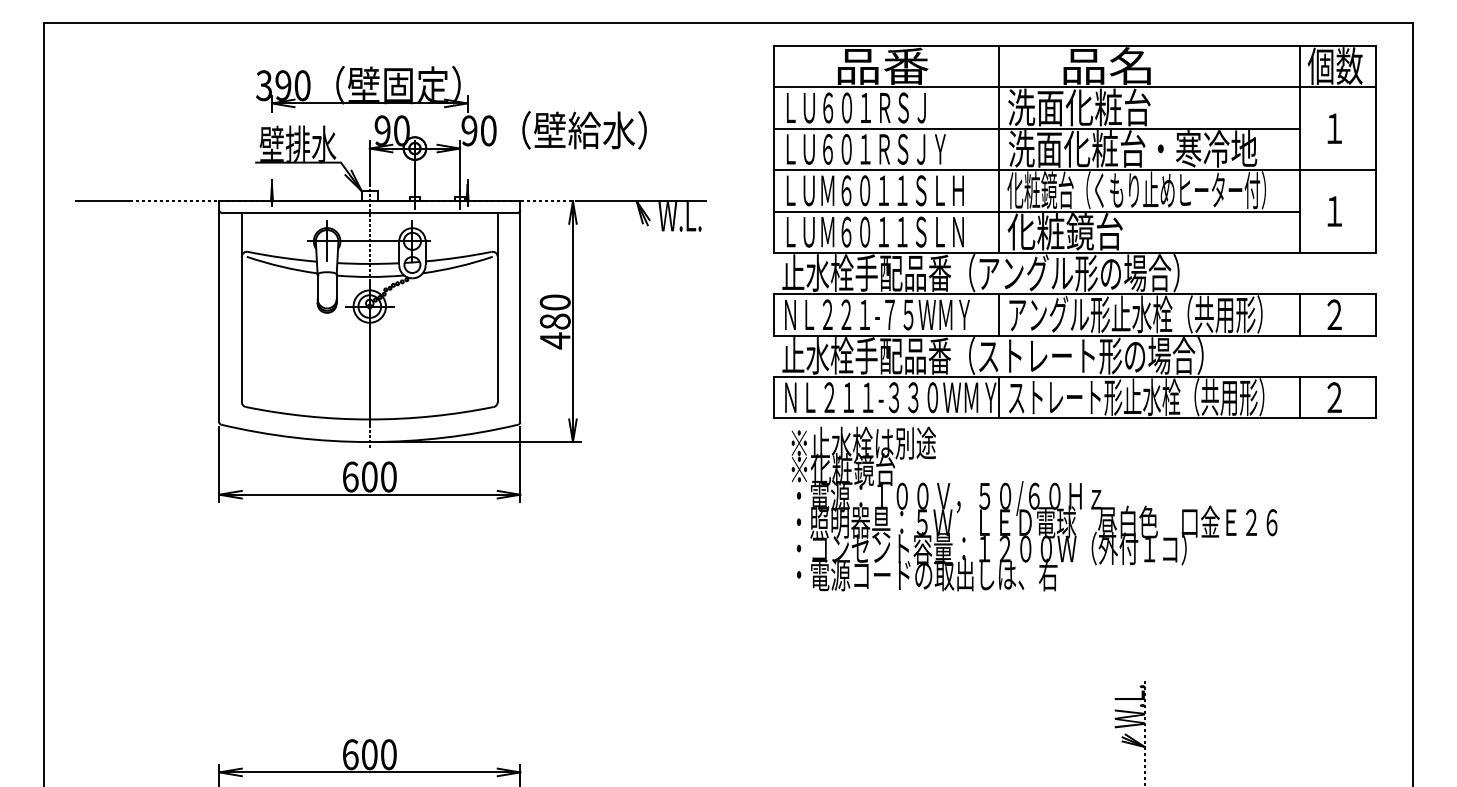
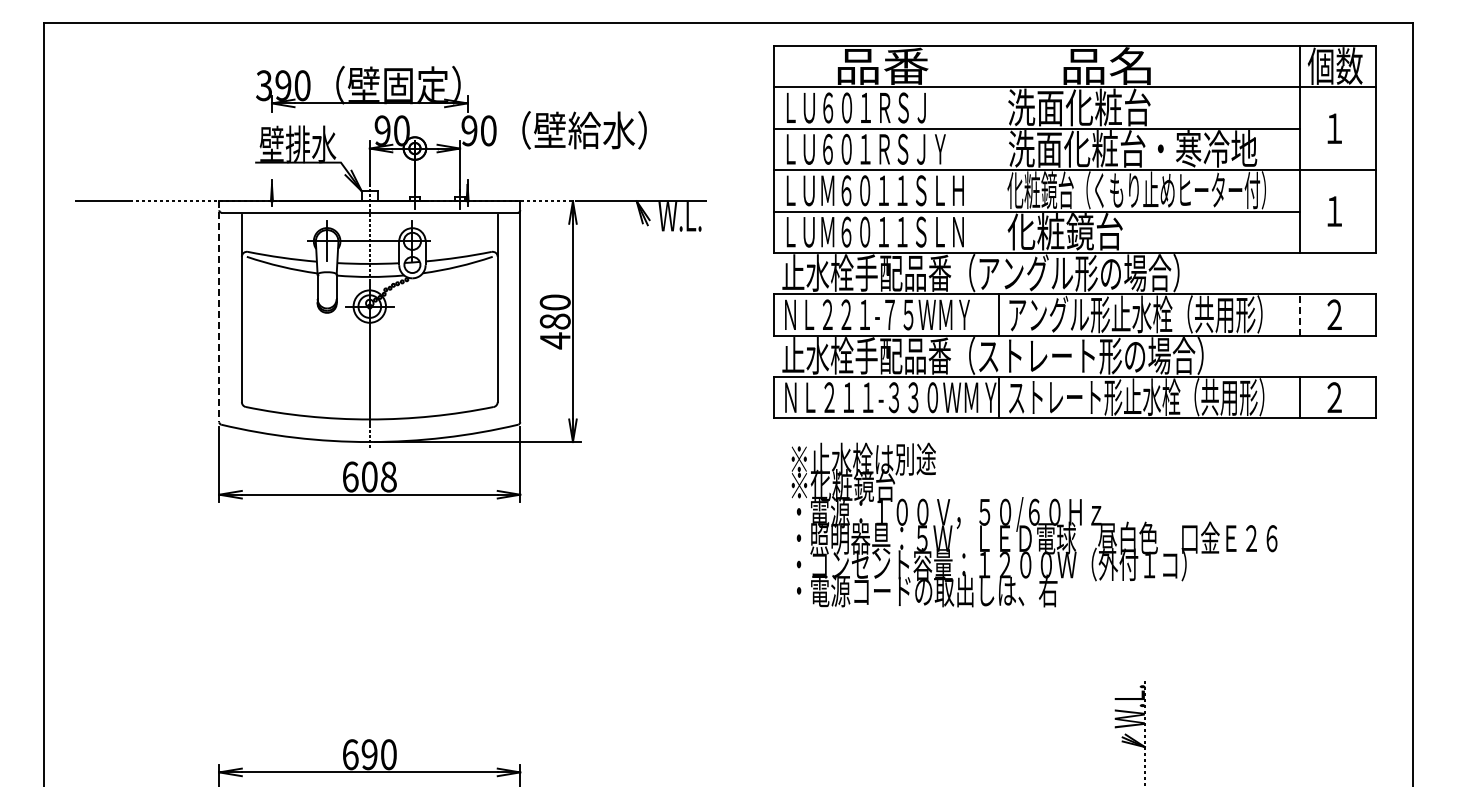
line at (999, 148): present -> none
line at (219, 312): solid -> dashed
line at (1300, 315): solid -> dashed
text at (388, 476): 600 -> 608
text at (1034, 508) position: (1034, 508) -> (1034, 524)
text at (369, 754): 600 -> 690
